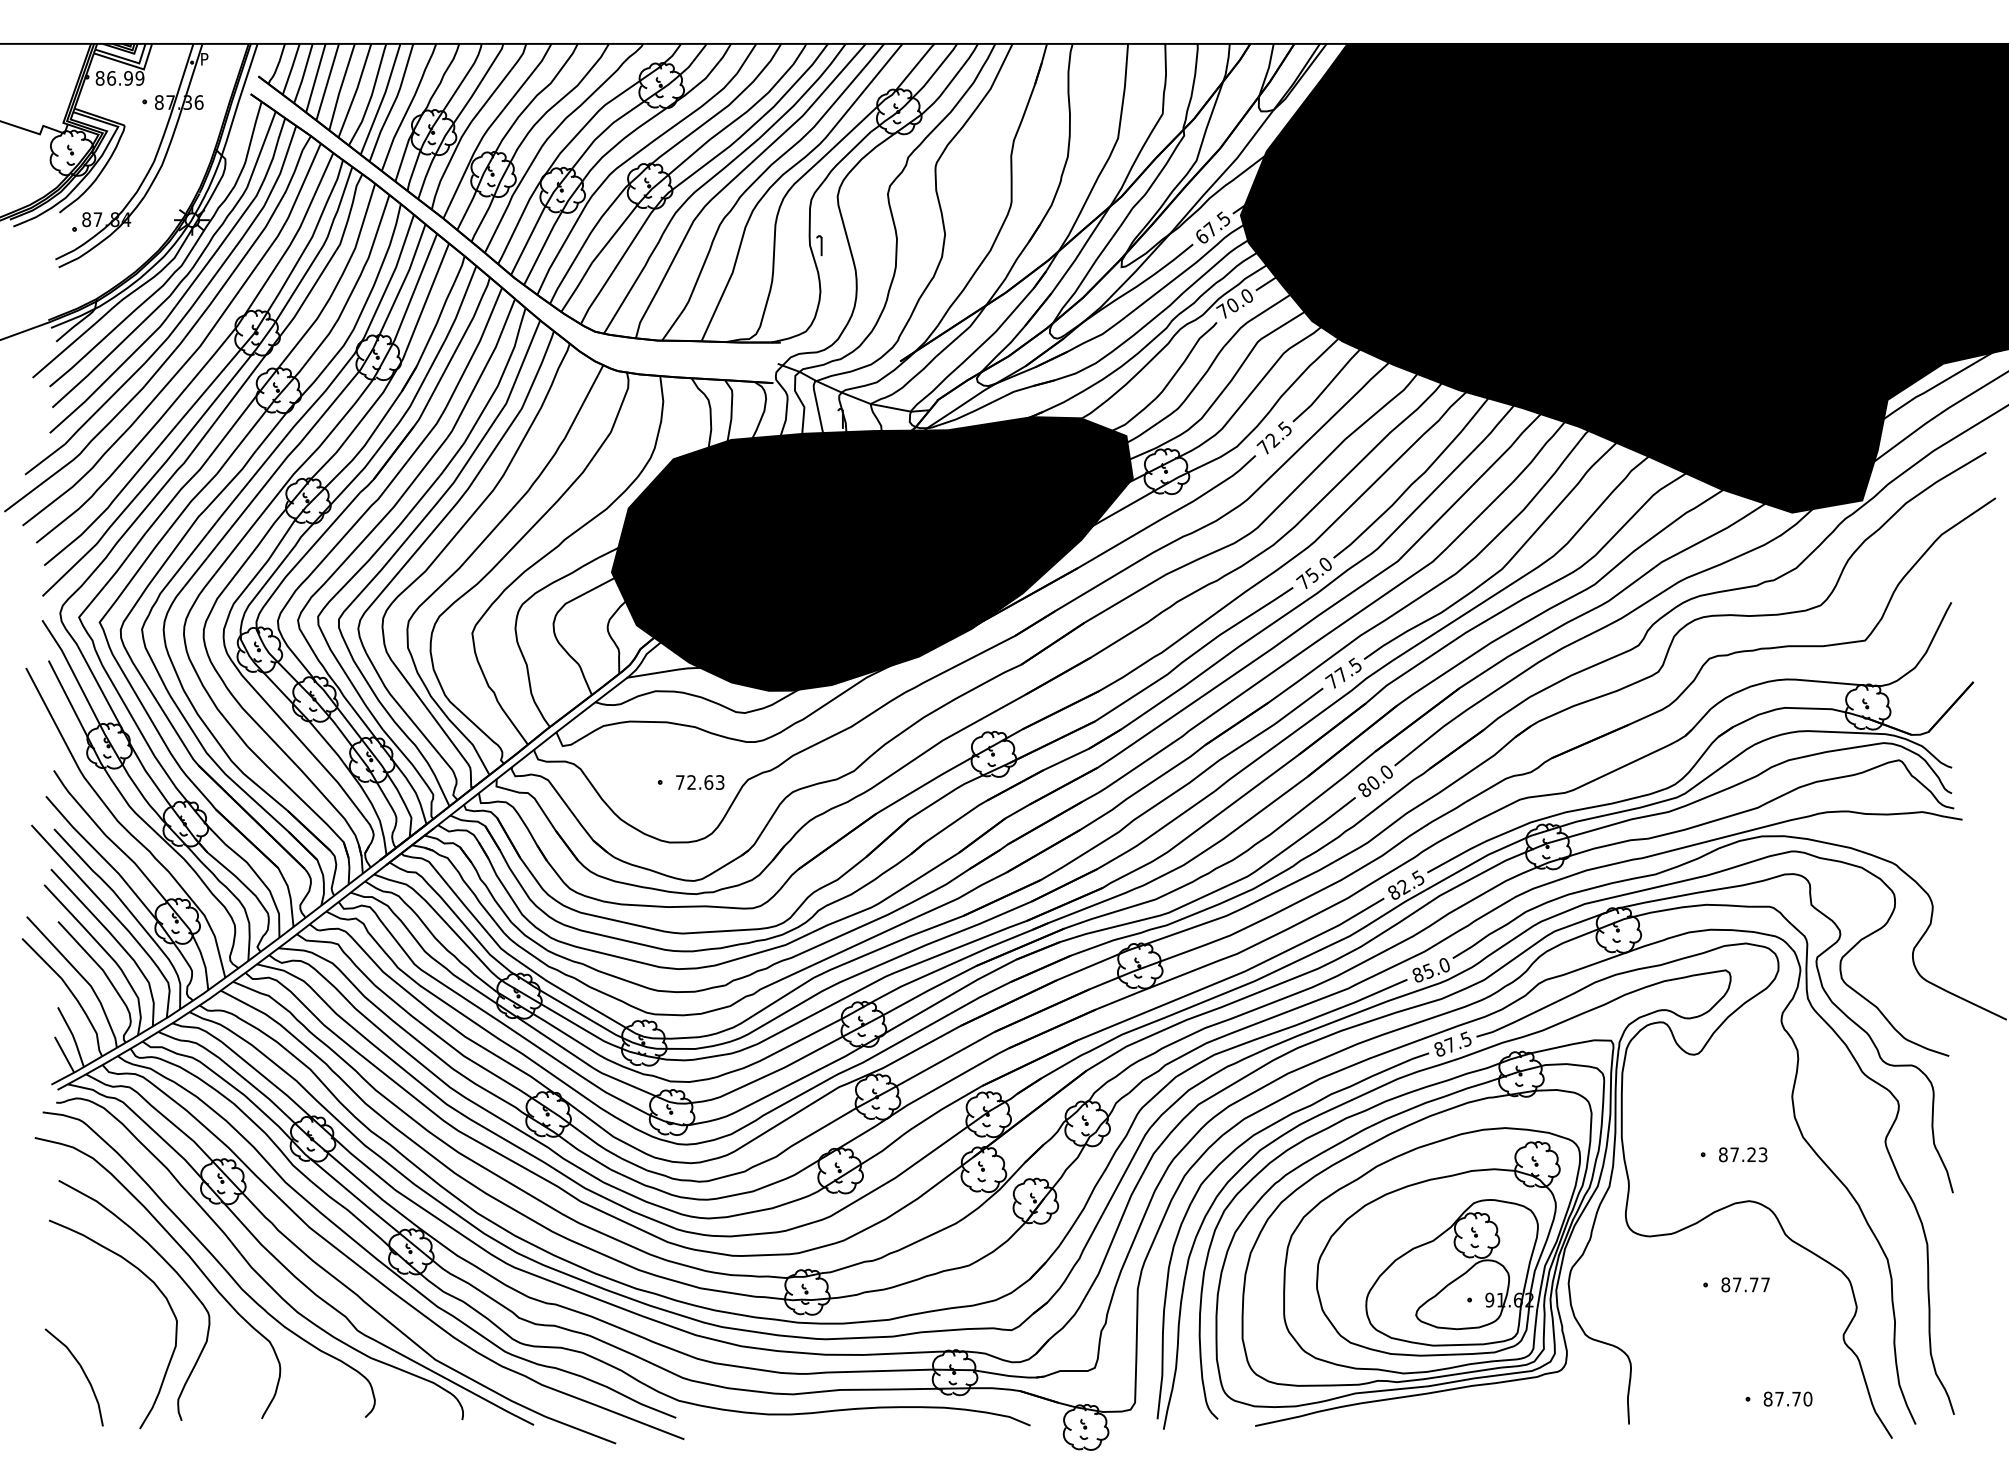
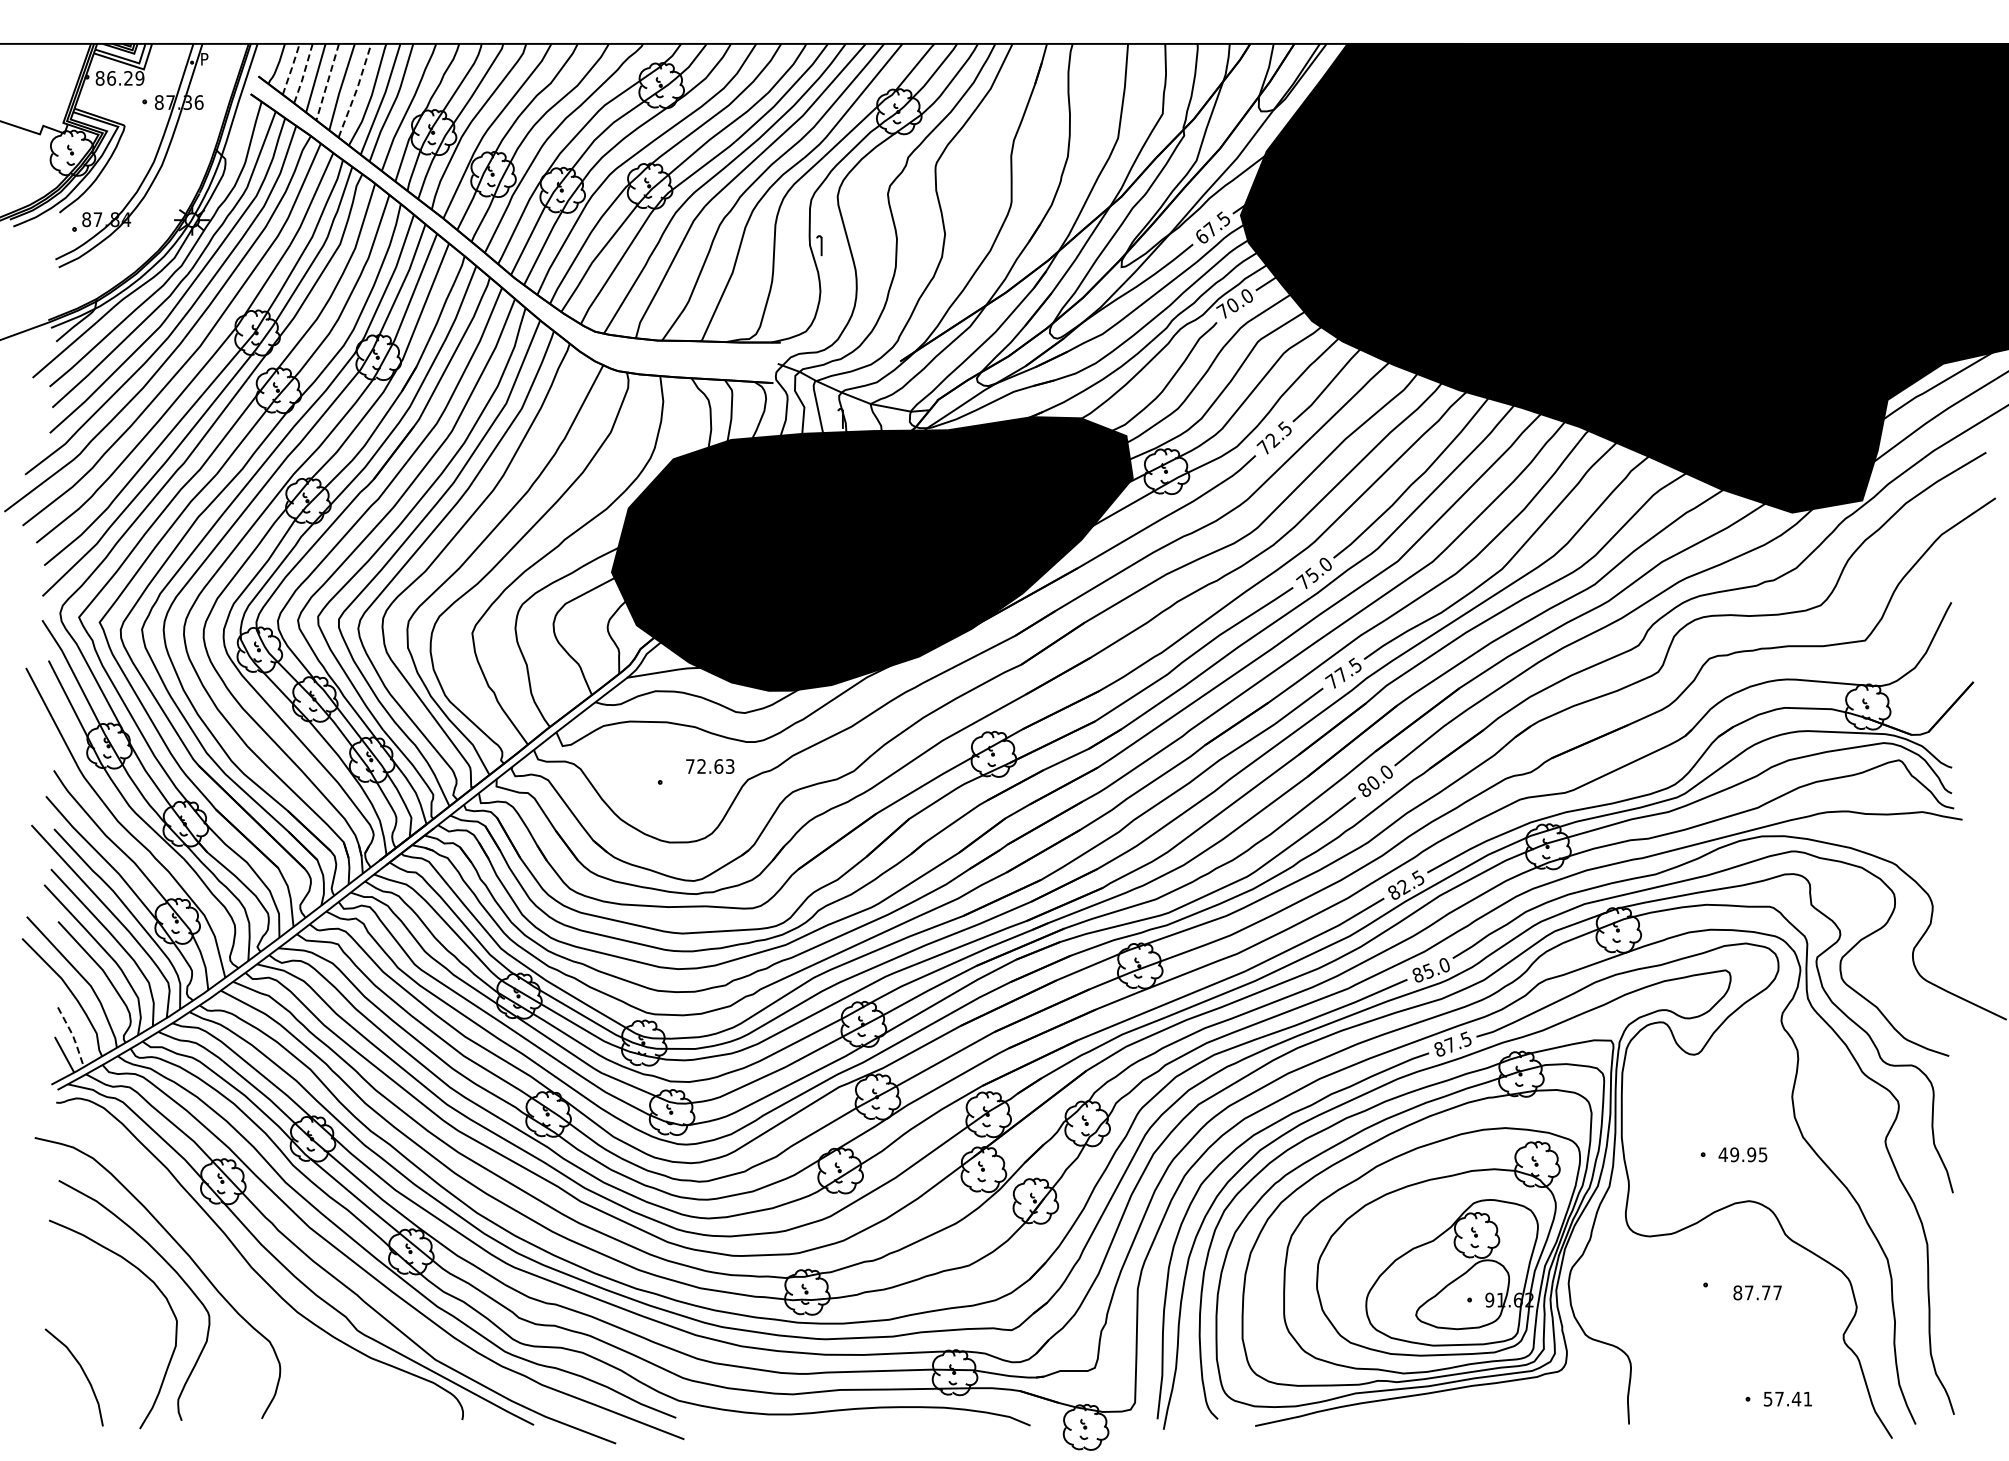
line at (291, 68): solid -> dashed
line at (303, 74): solid -> dashed
text at (128, 78): 86.99 -> 86.29
line at (327, 82): solid -> dashed
line at (356, 90): solid -> dashed
text at (700, 782) position: (700, 782) -> (710, 766)
line at (73, 1036): solid -> dashed
text at (1742, 1154): 87.23 -> 49.95
curve at (213, 1258): present -> none
text at (1745, 1284) position: (1745, 1284) -> (1757, 1292)
text at (1787, 1398): 87.70 -> 57.41
